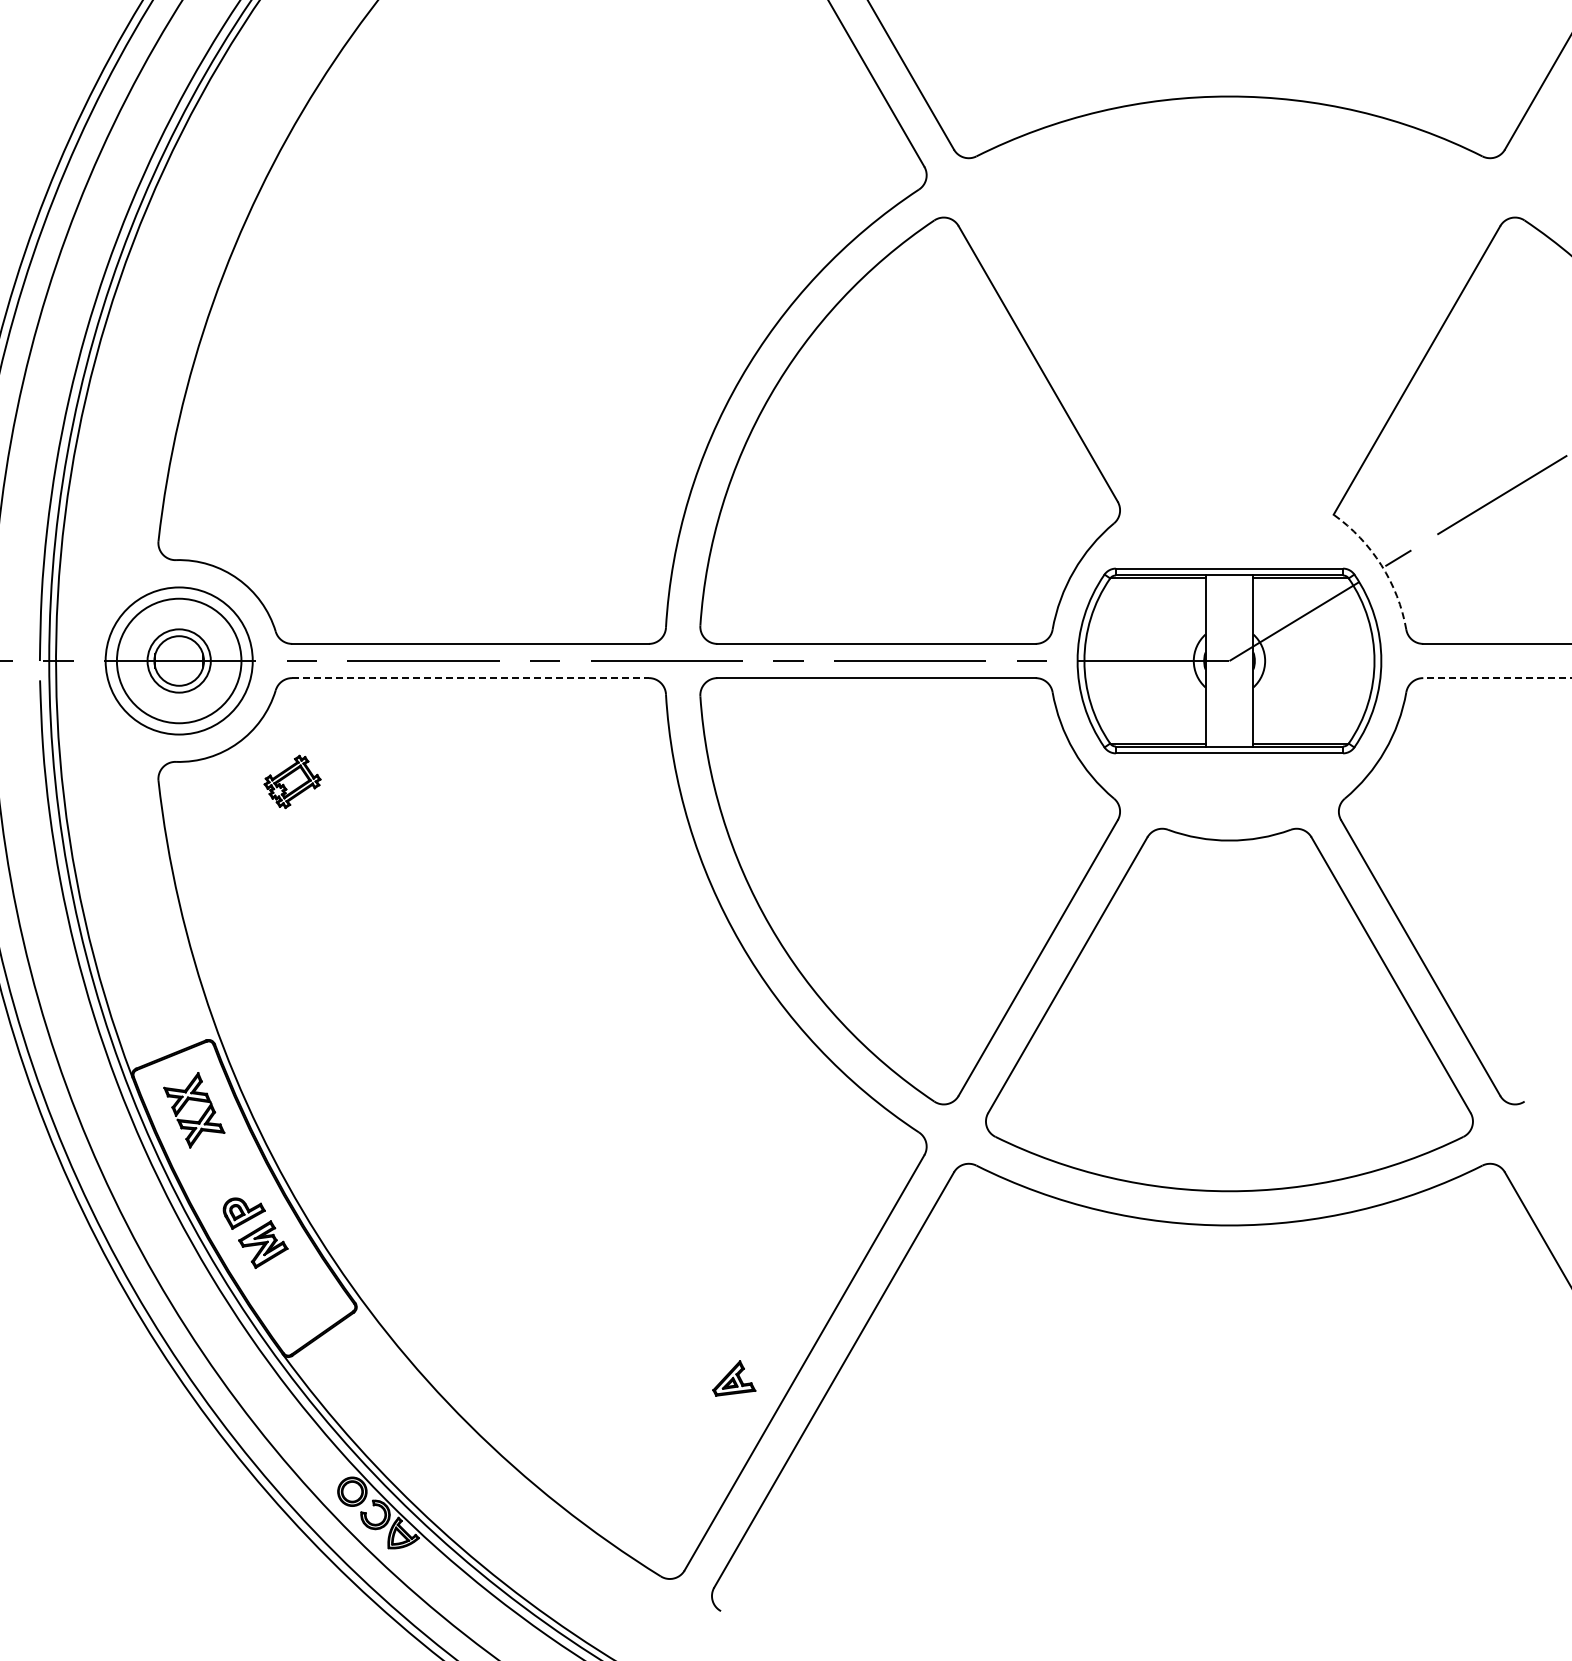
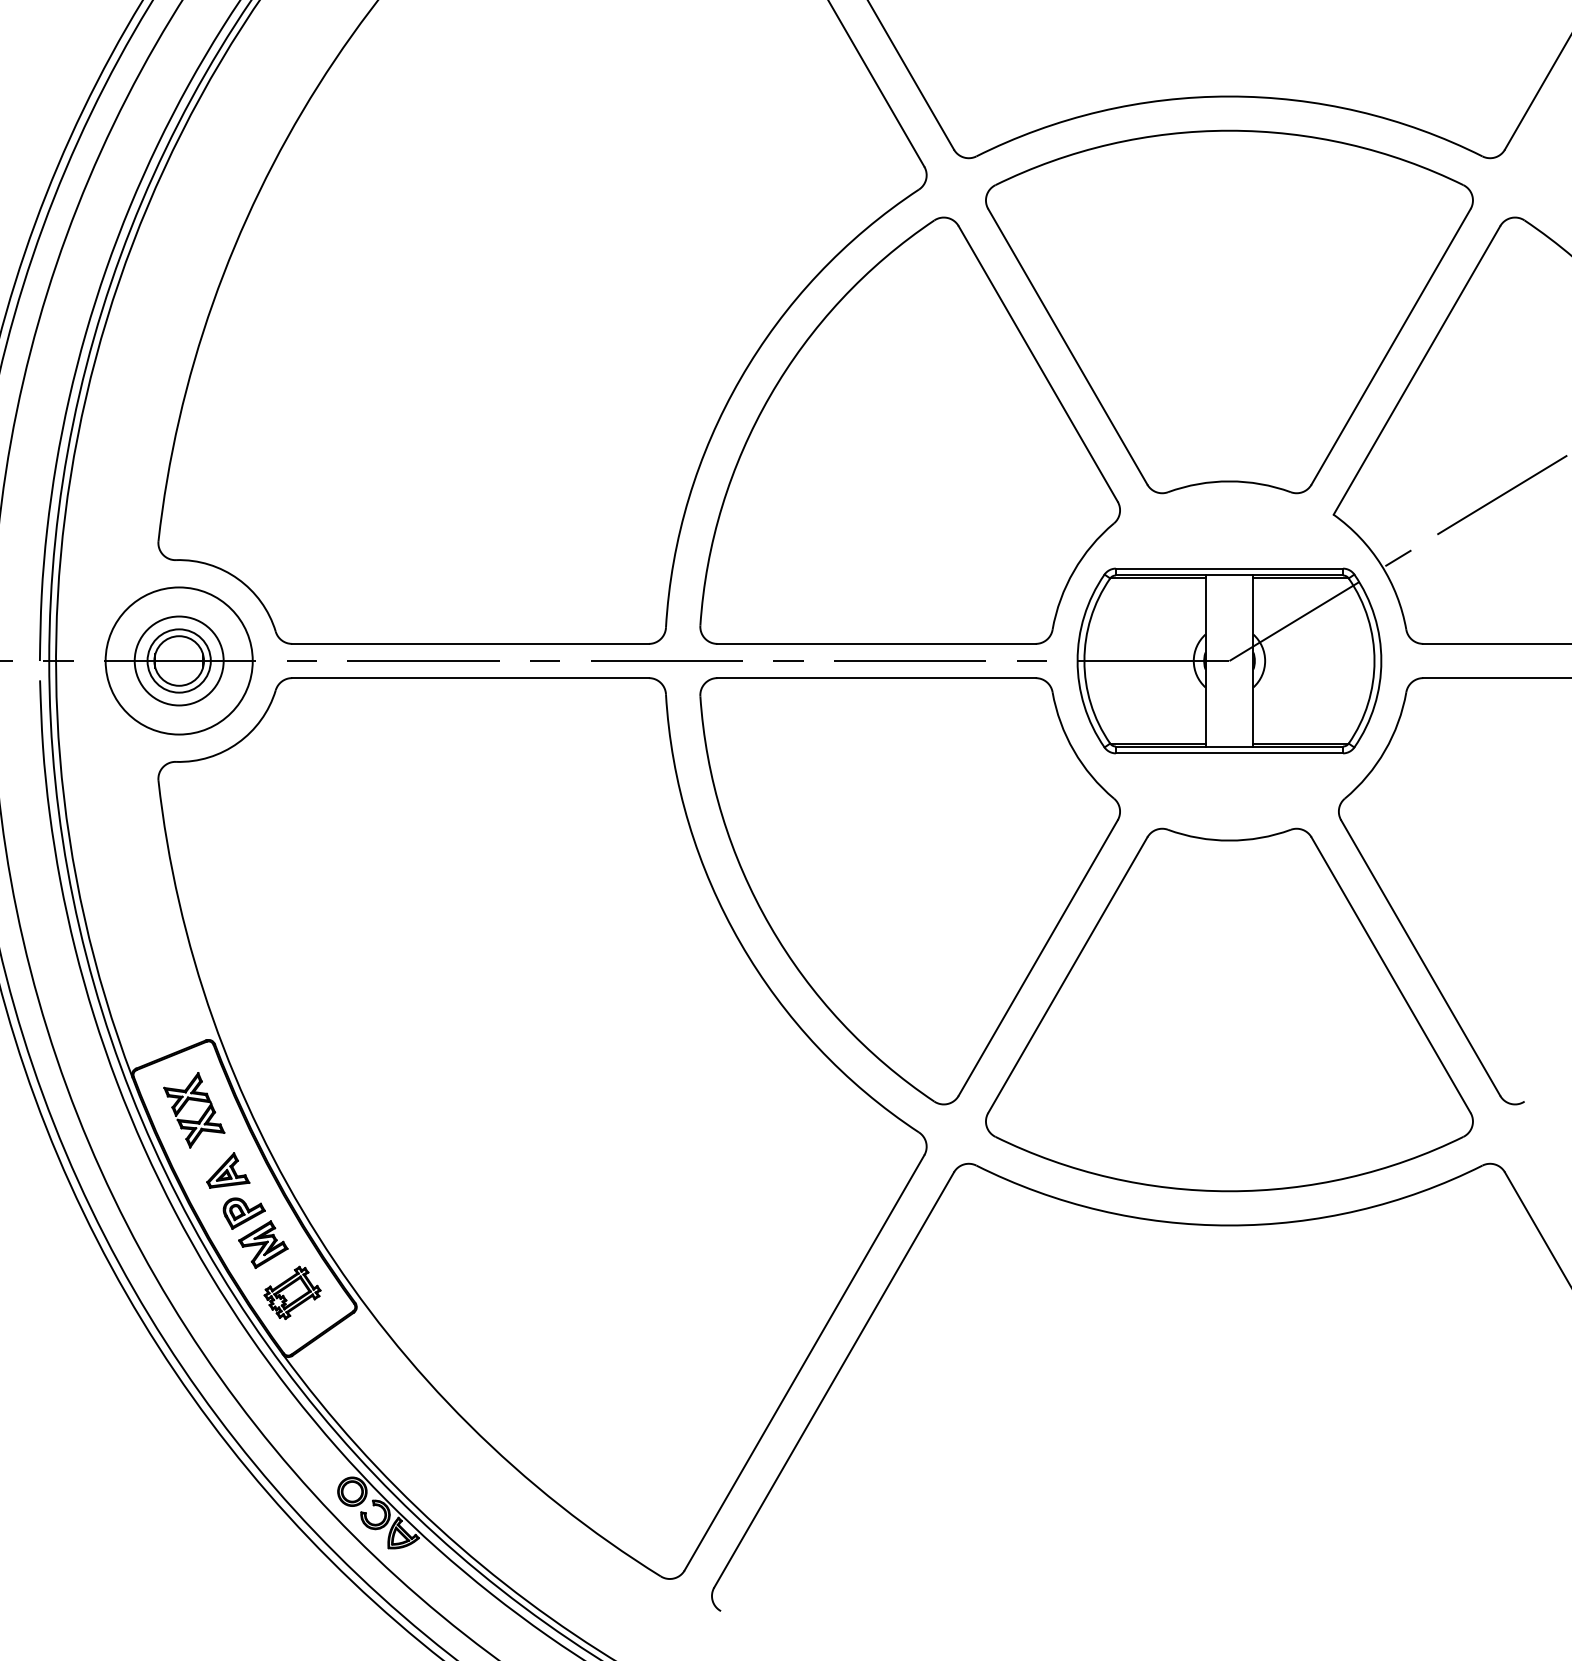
part at (1229, 311): none -> present
arc at (1381, 565): dashed -> solid
circle at (178, 660) diameter: 125 px -> 89 px
line at (471, 678): dashed -> solid
line at (1497, 678): dashed -> solid
part at (292, 781) position: (292, 781) -> (292, 1292)
part at (734, 1378) position: (734, 1378) -> (228, 1170)
